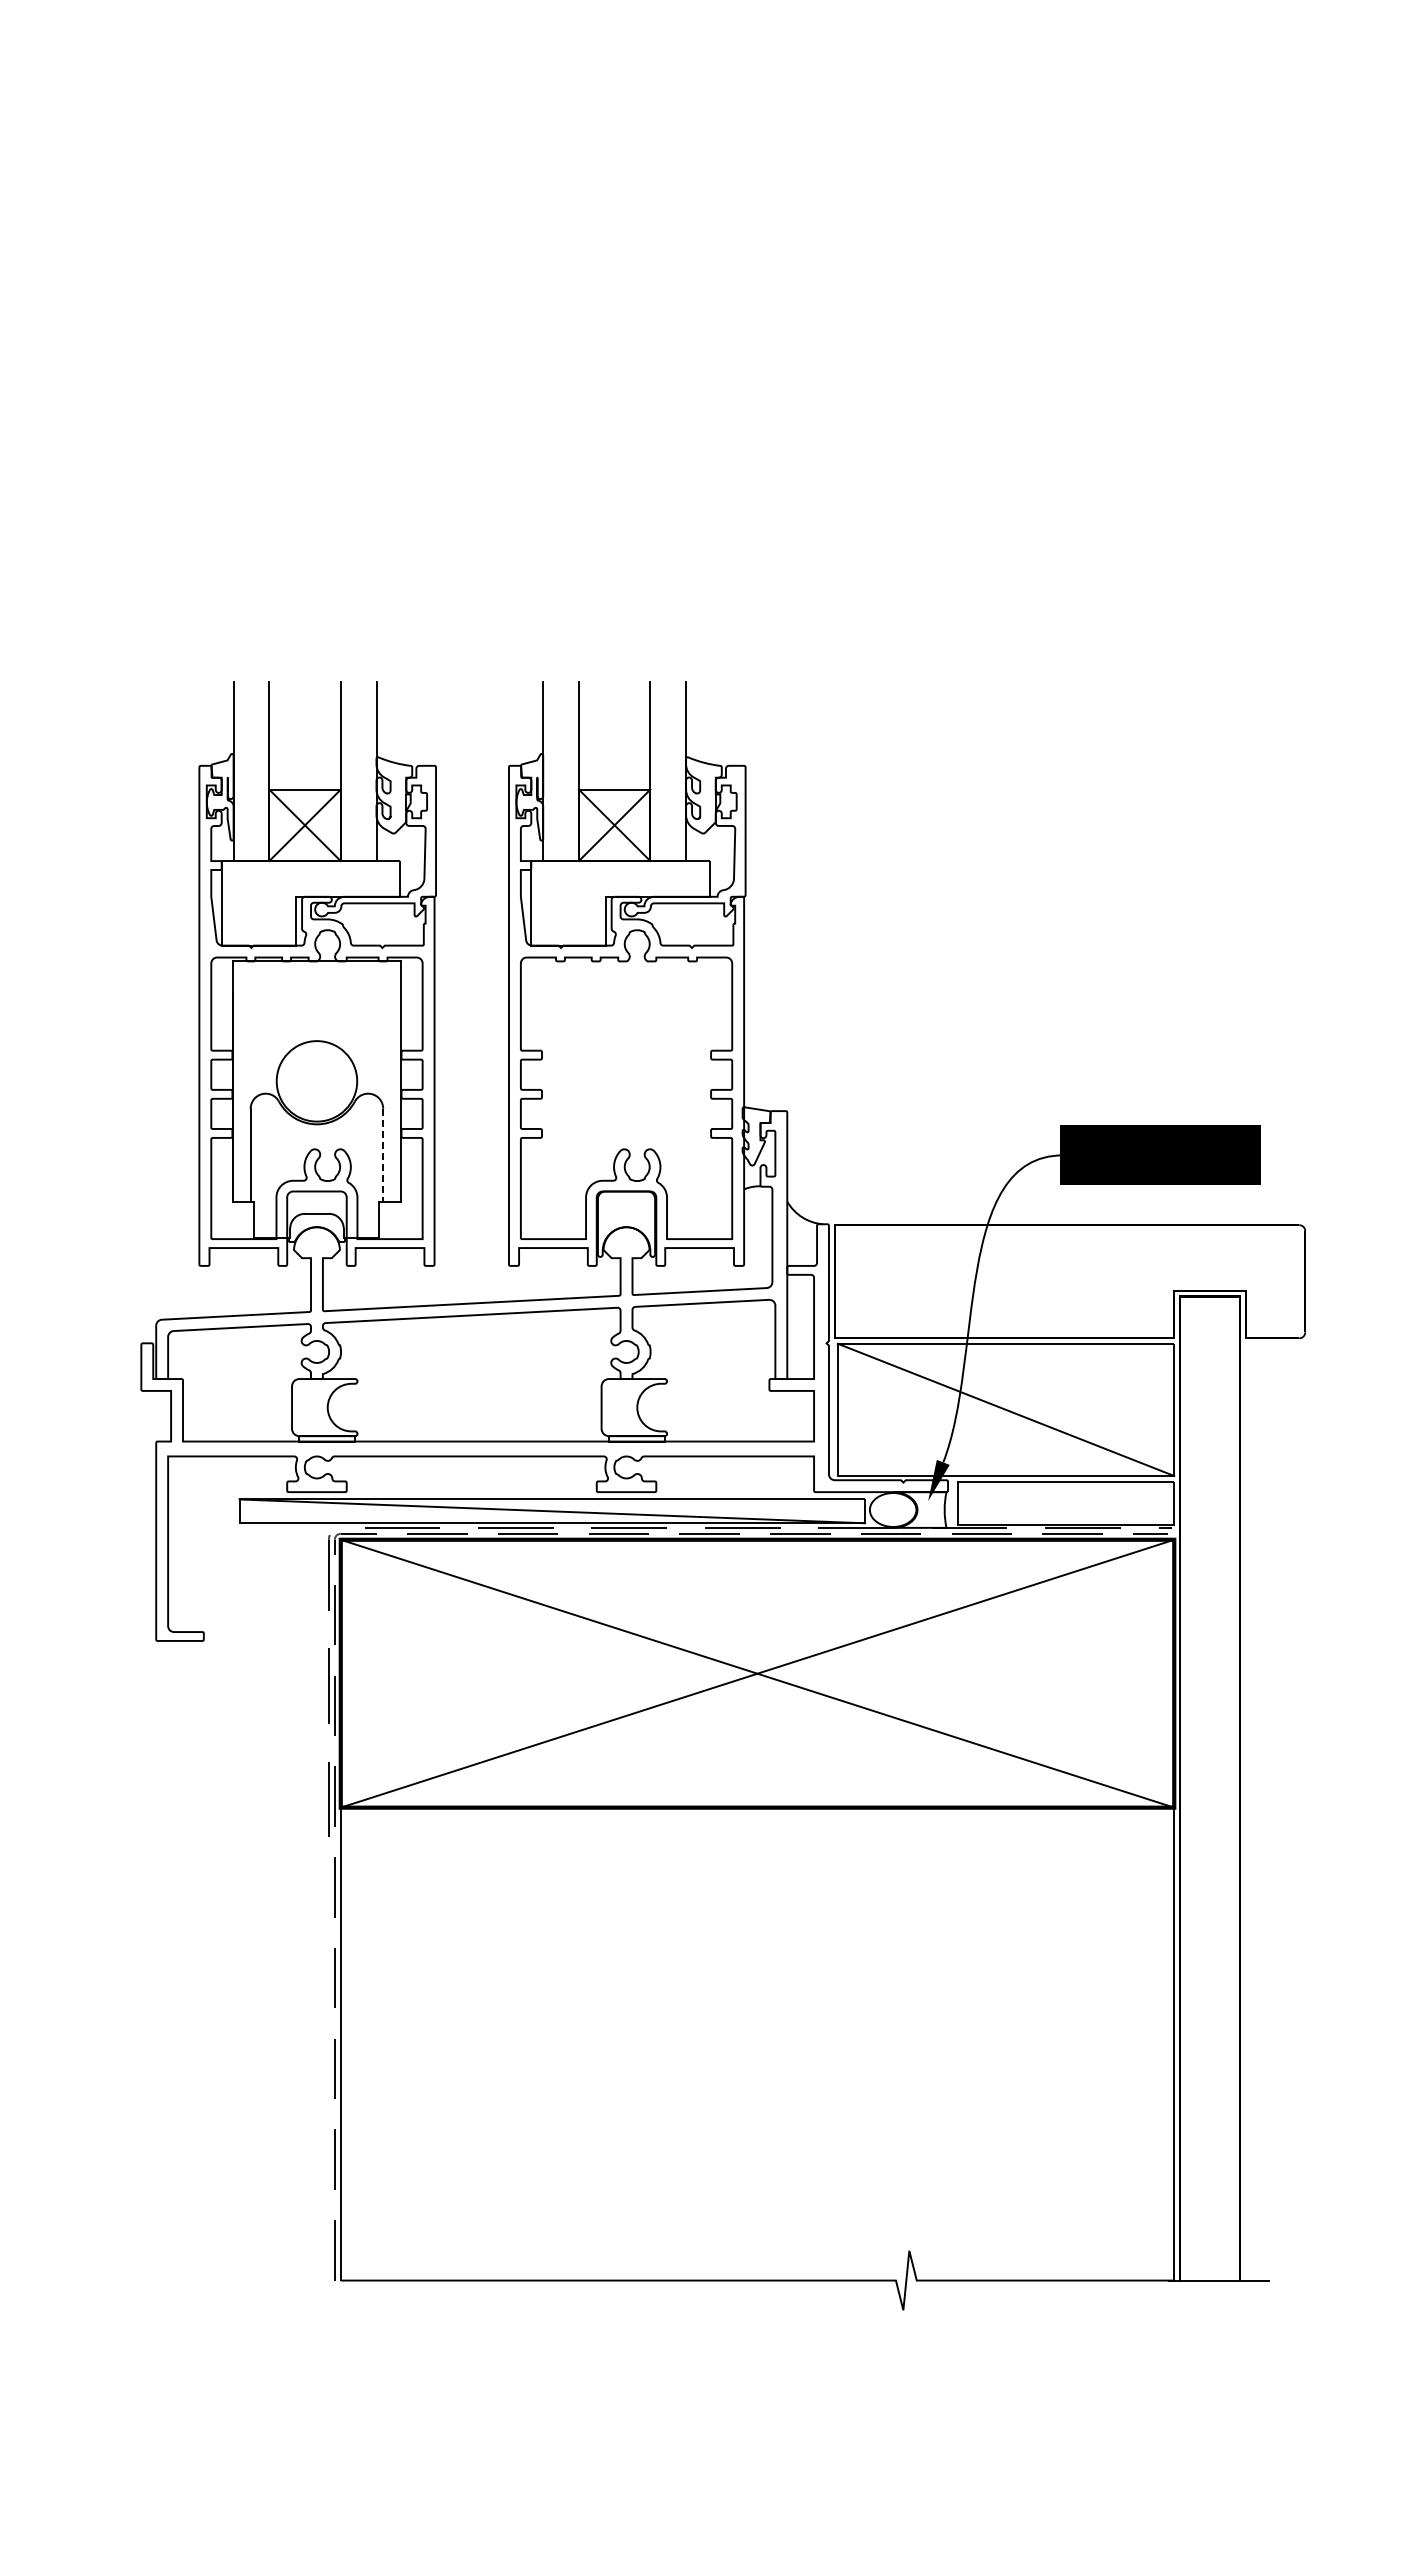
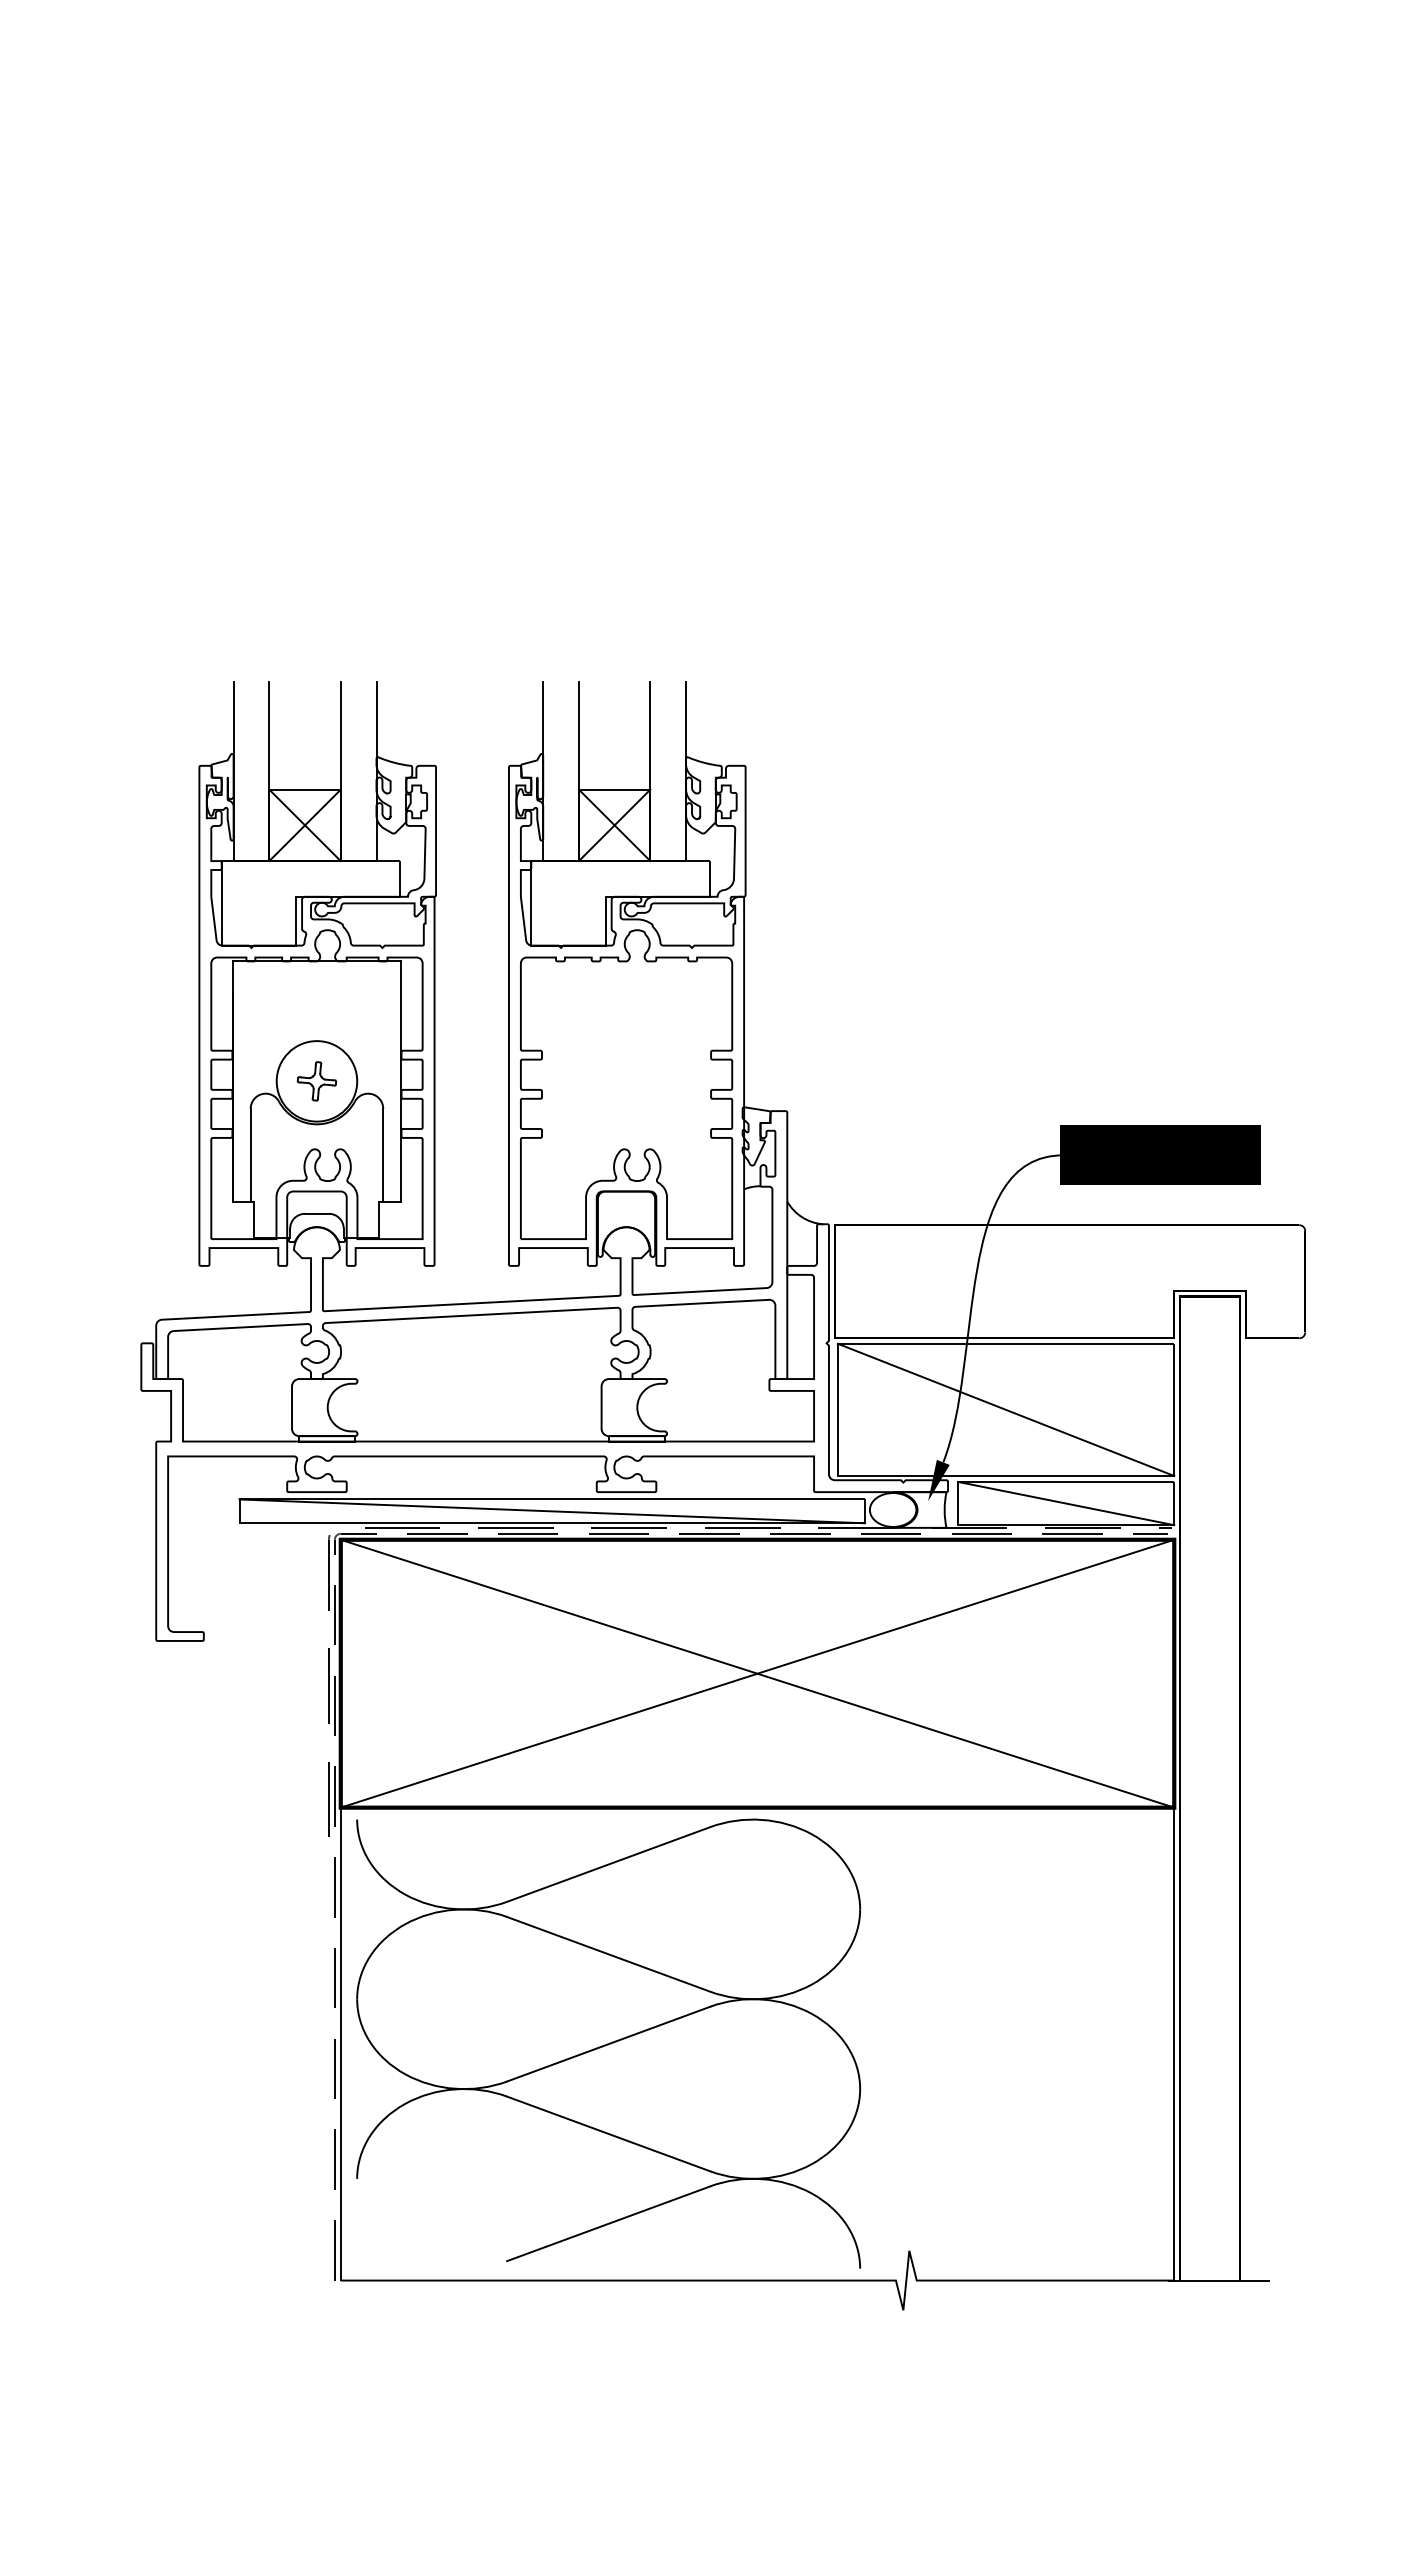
part at (316, 1081): none -> present
line at (383, 1155): dashed -> solid
line at (1066, 1503): none -> present
part at (608, 2043): none -> present
